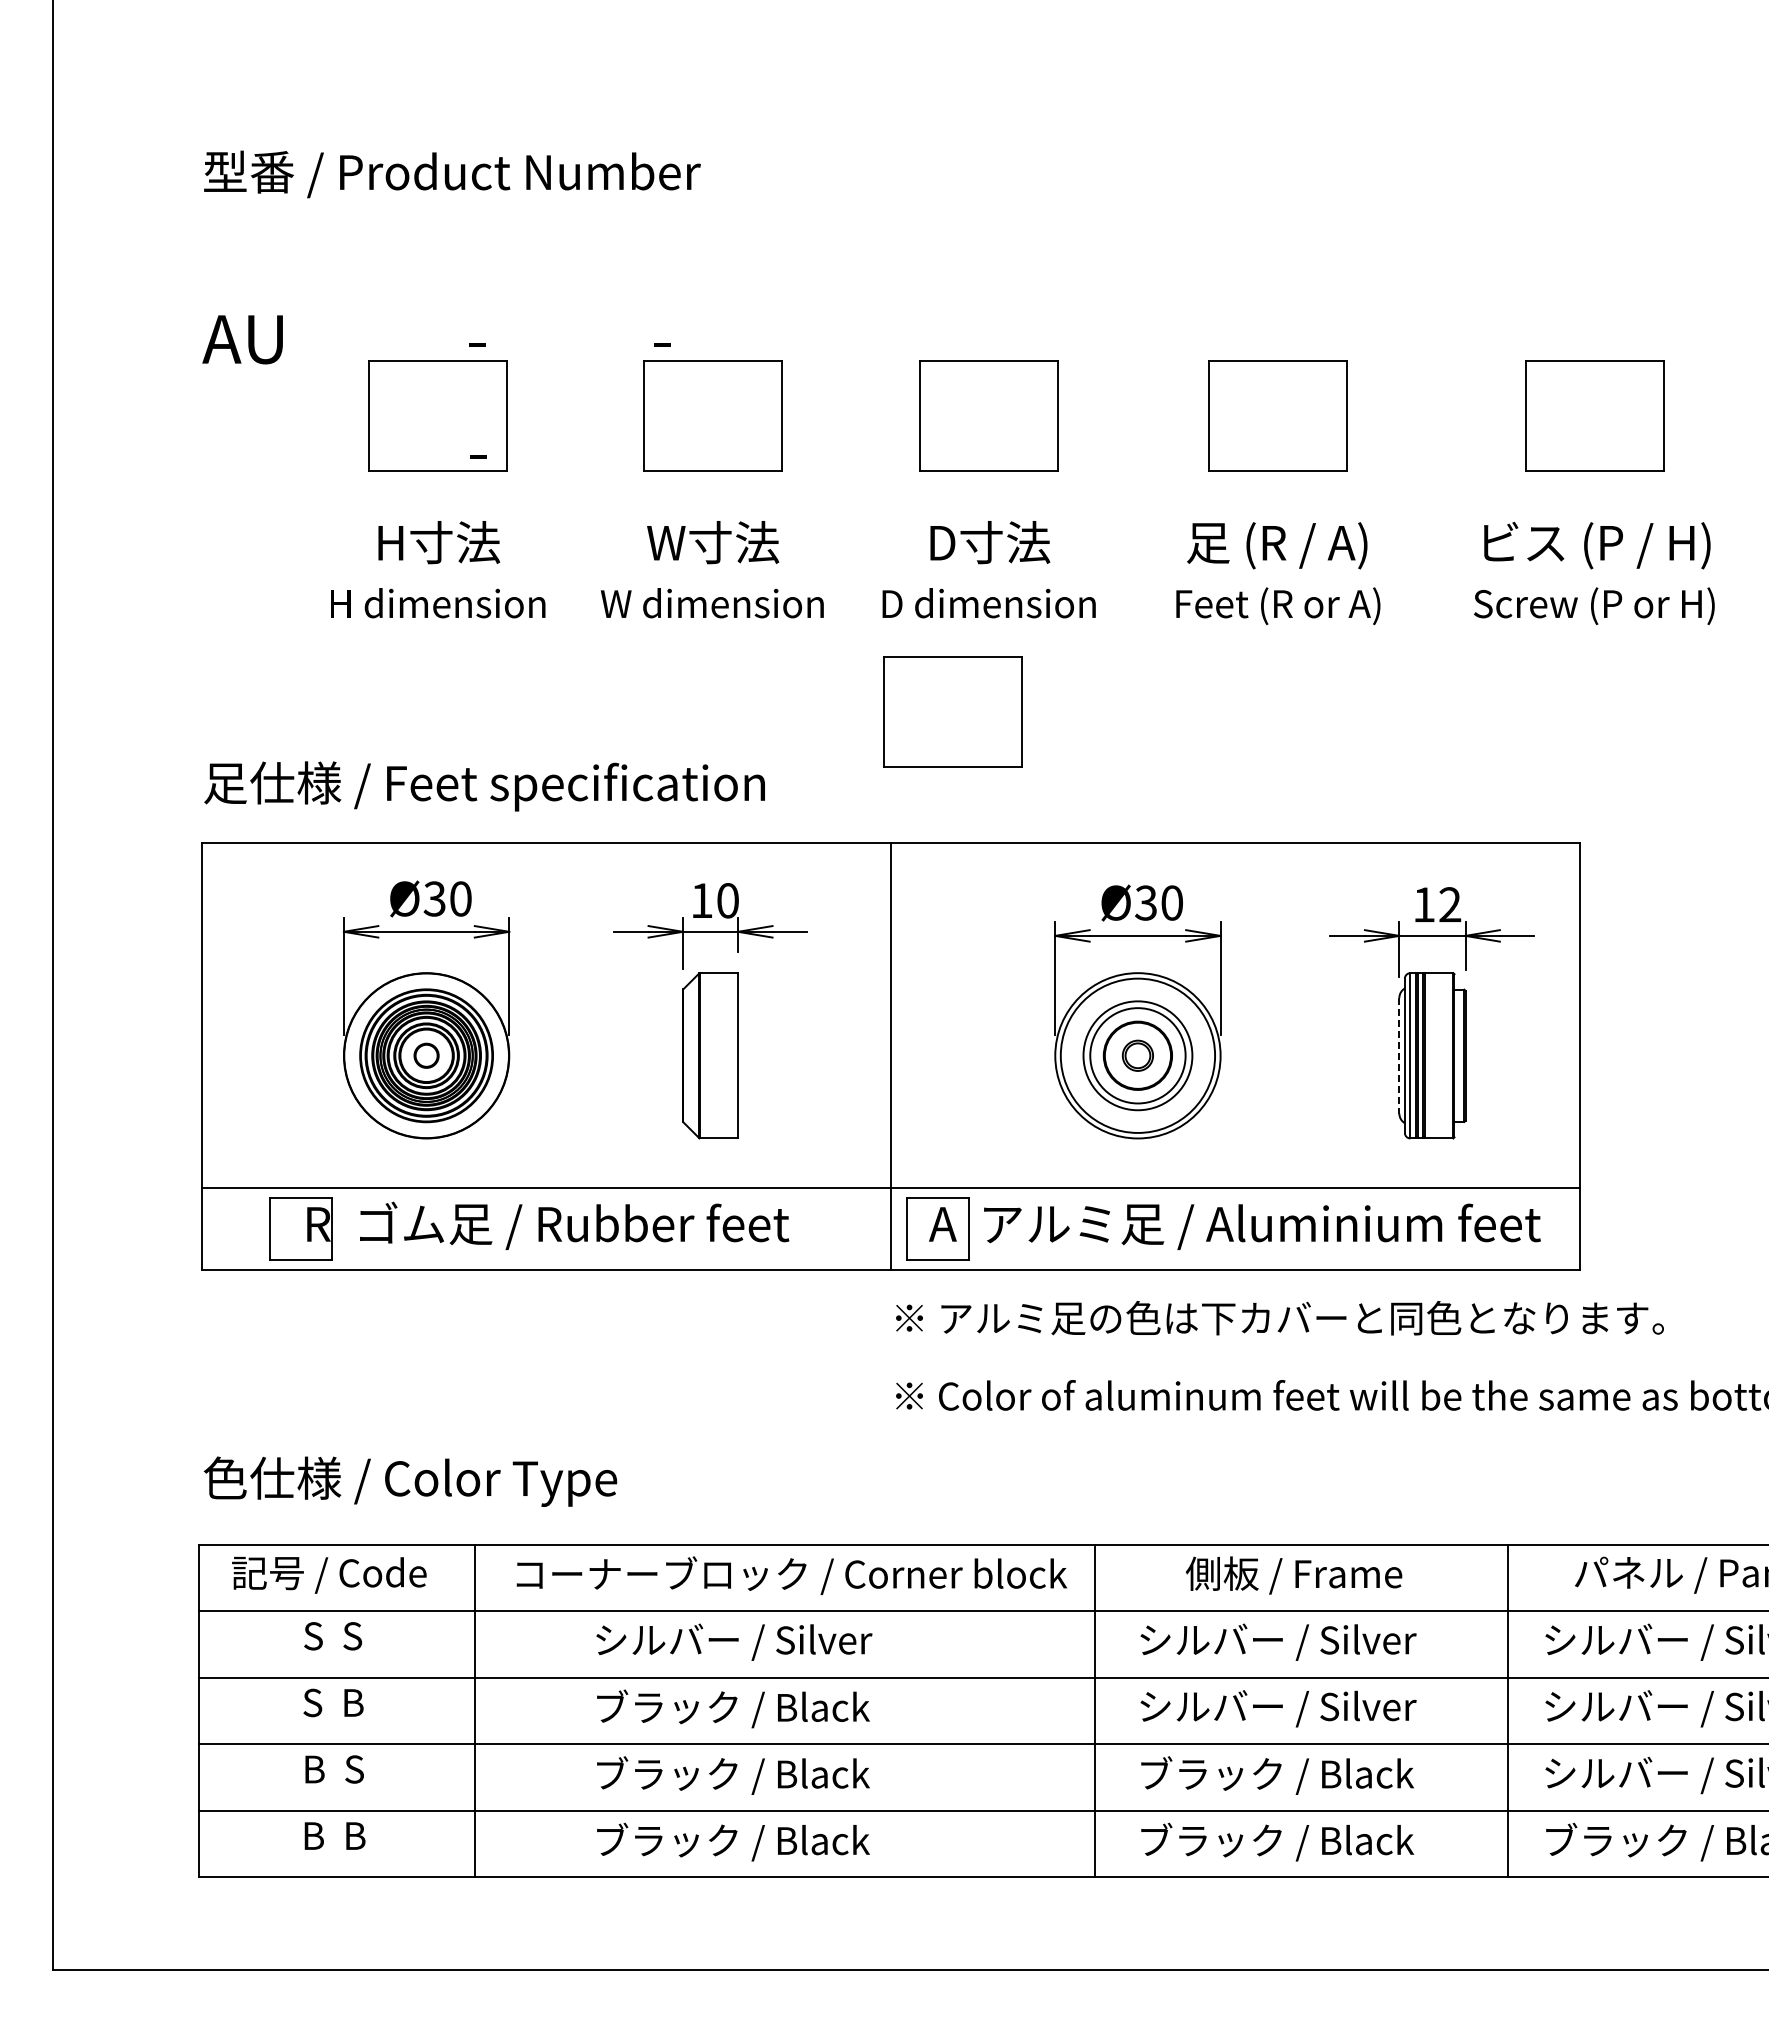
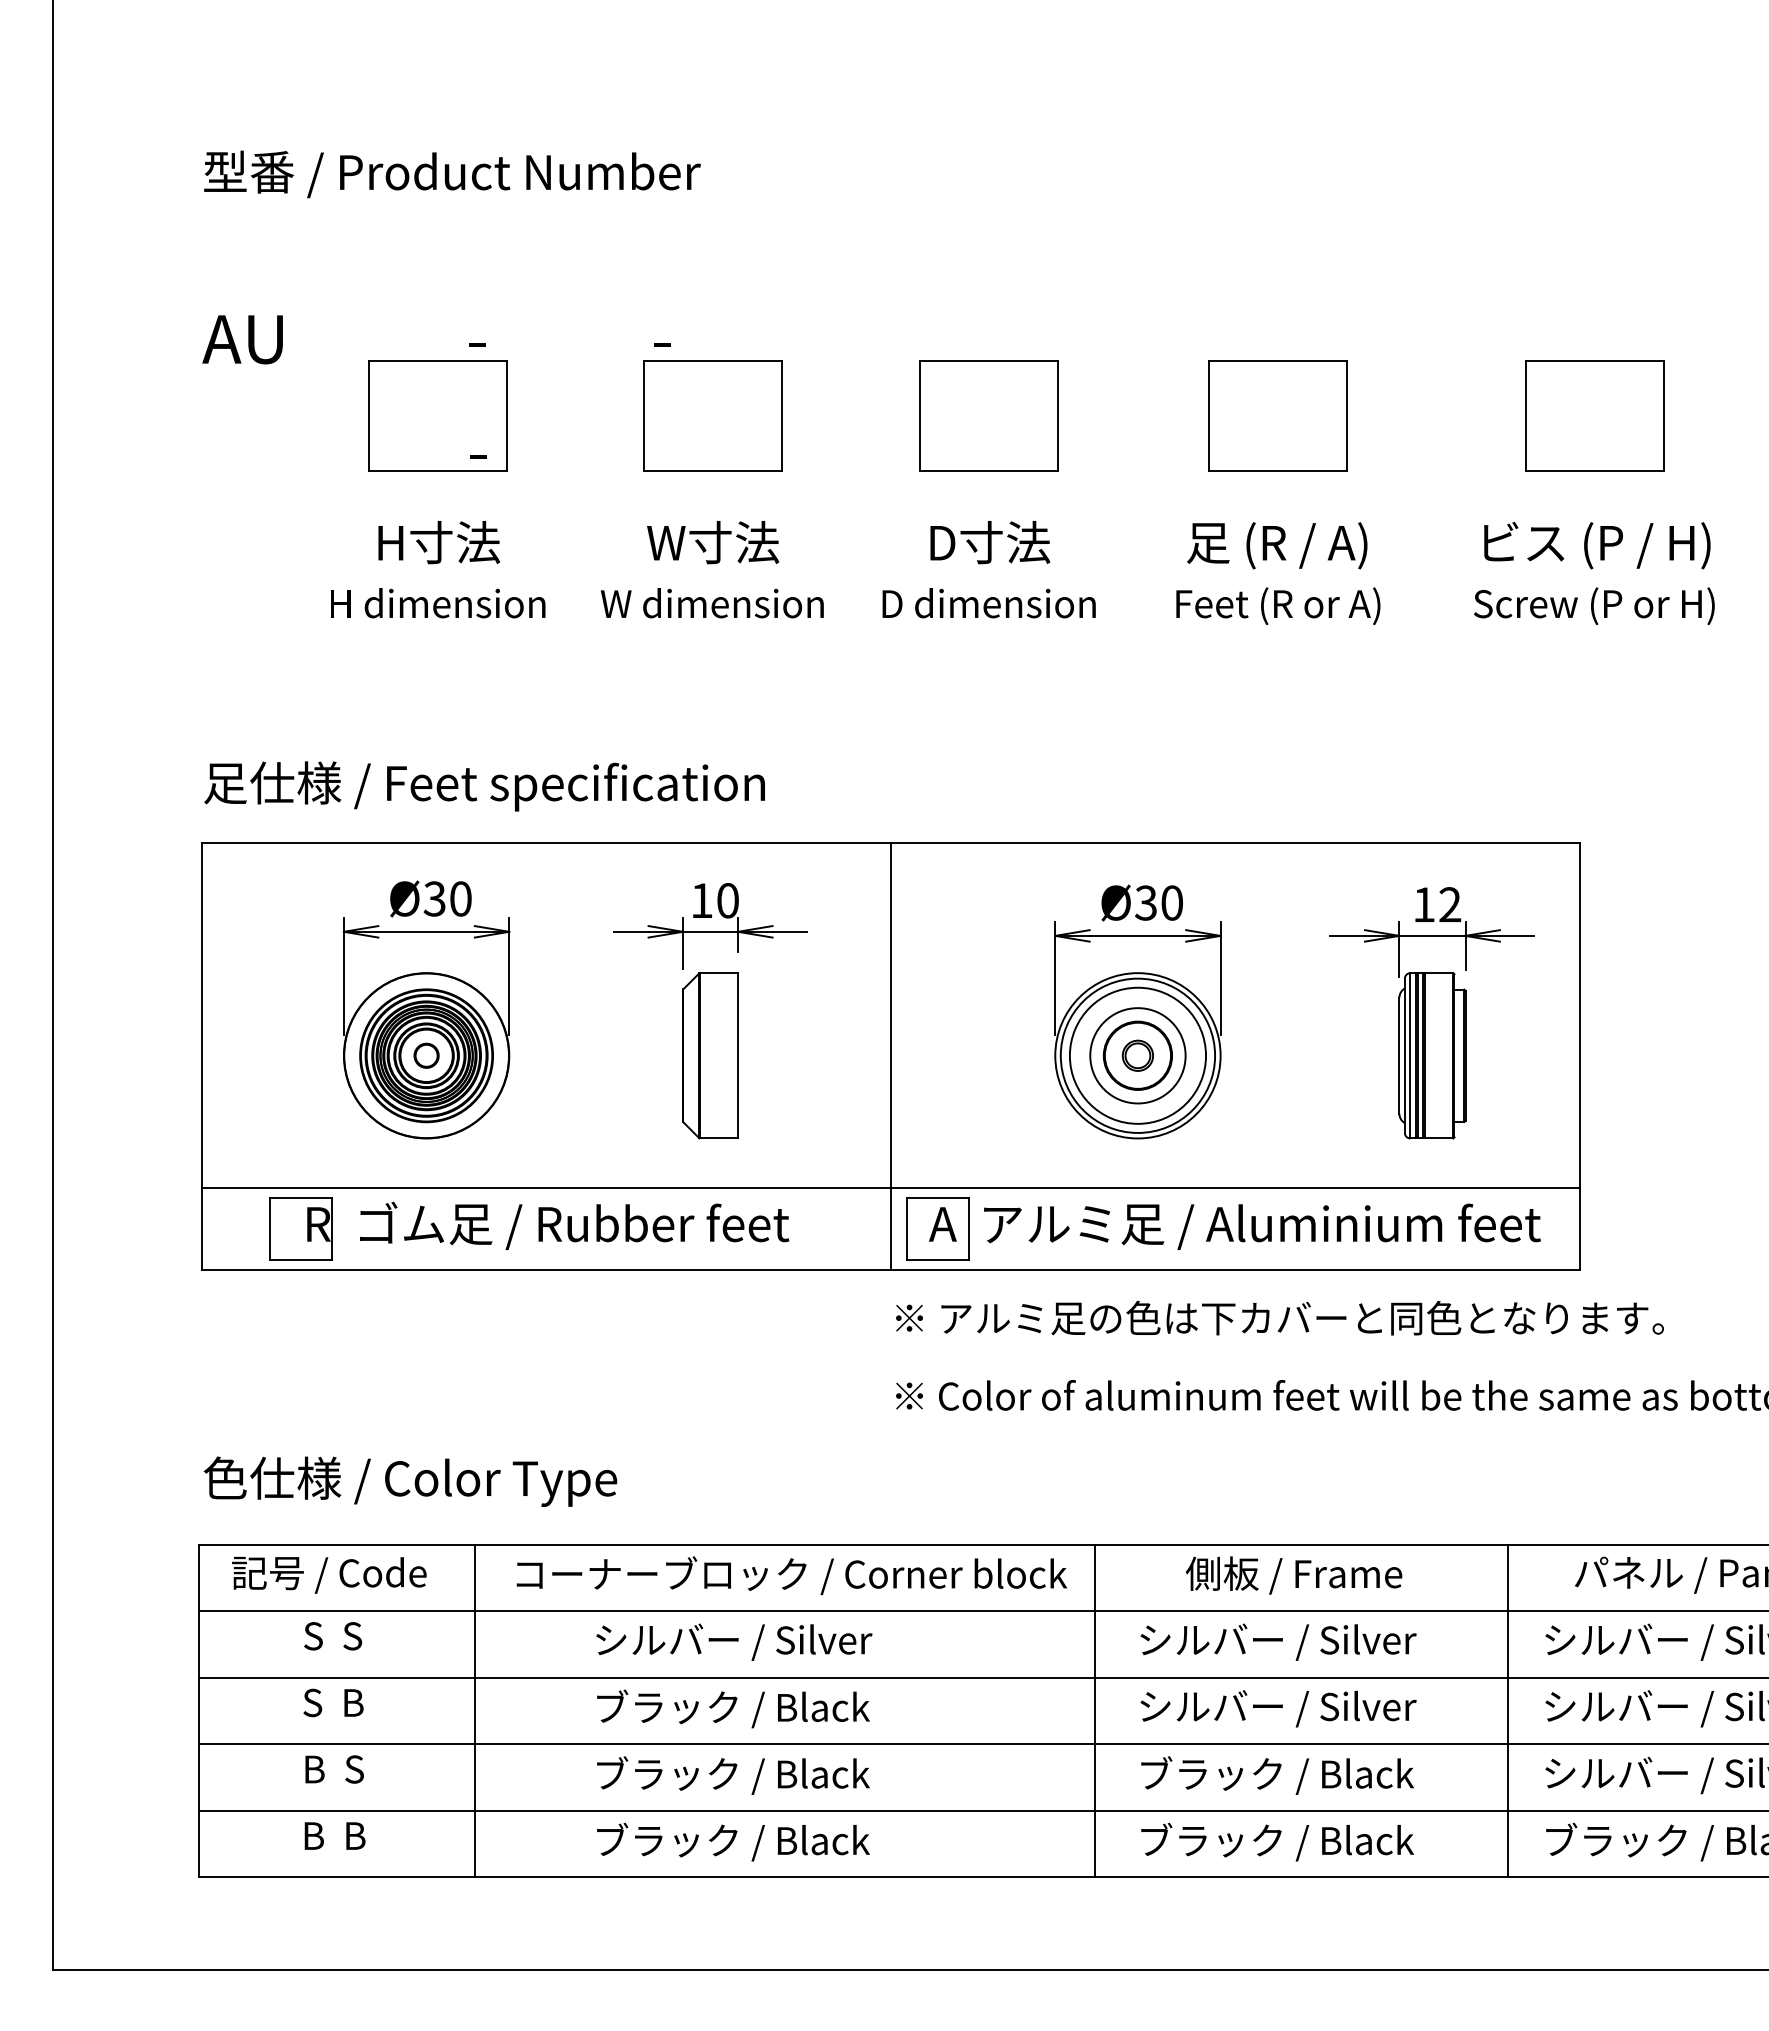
part at (952, 711): present -> none
circle at (1137, 1055) diameter: 109 px -> 136 px
line at (1399, 1055): dashed -> solid
